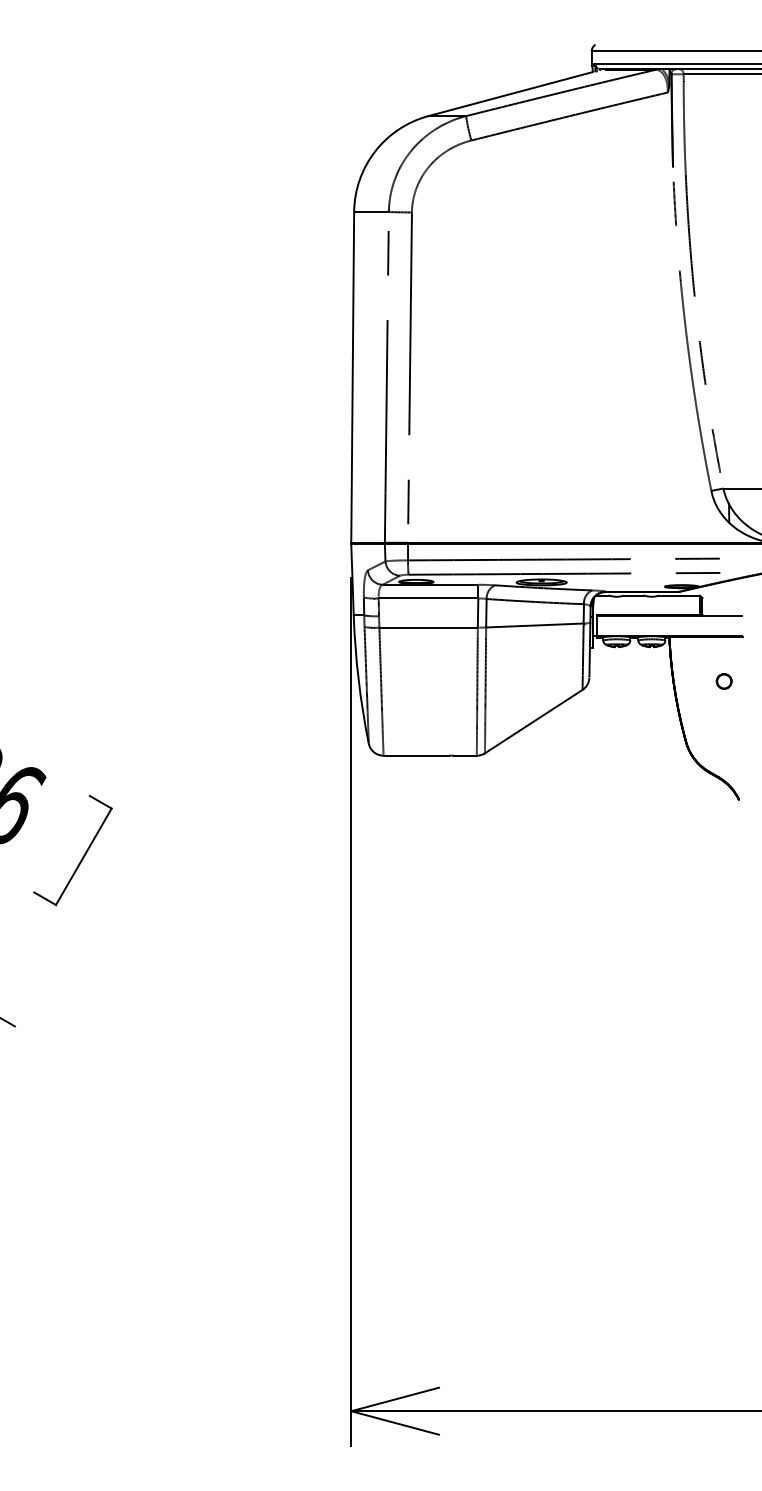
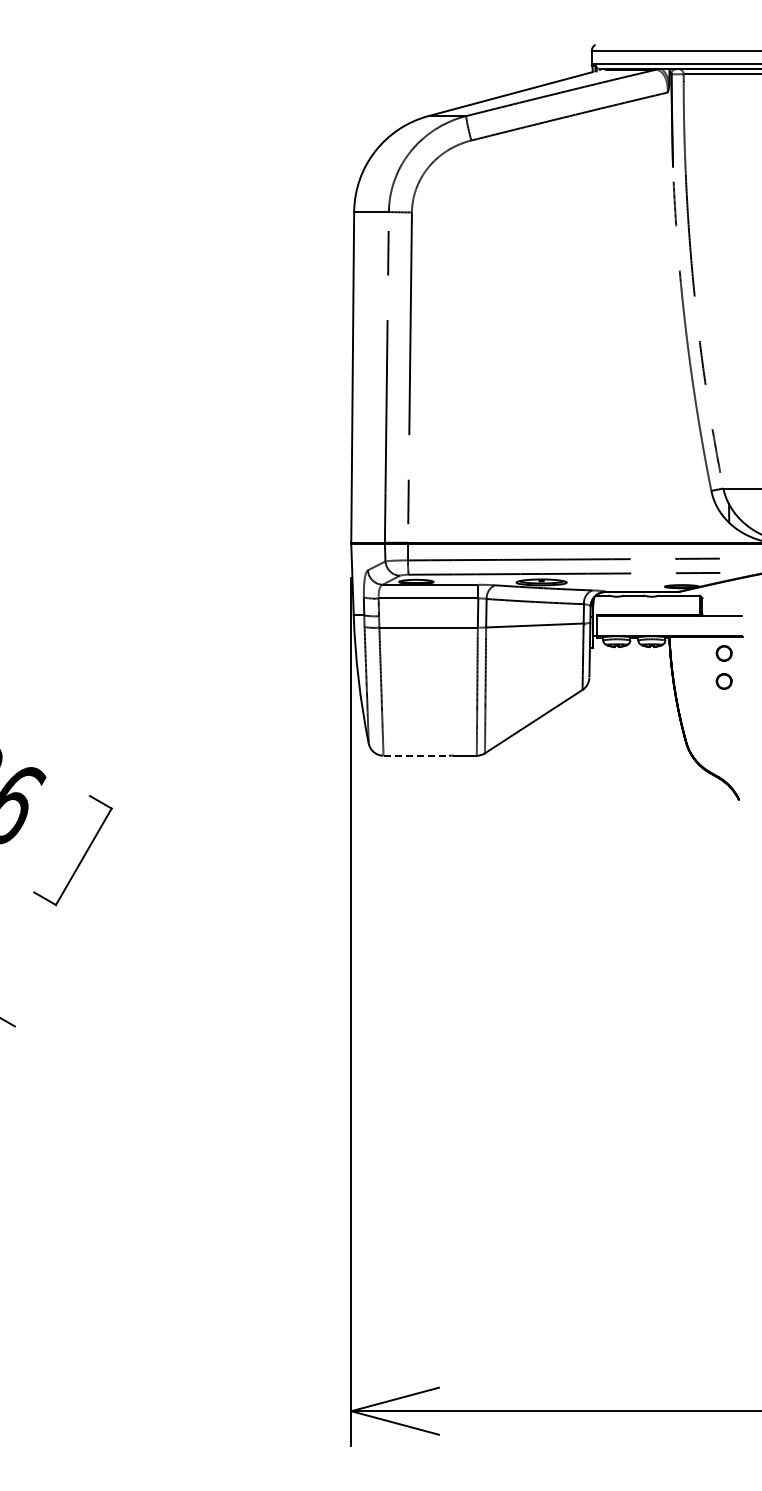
circle at (723, 653): none -> present
line at (416, 755): solid -> dashed
